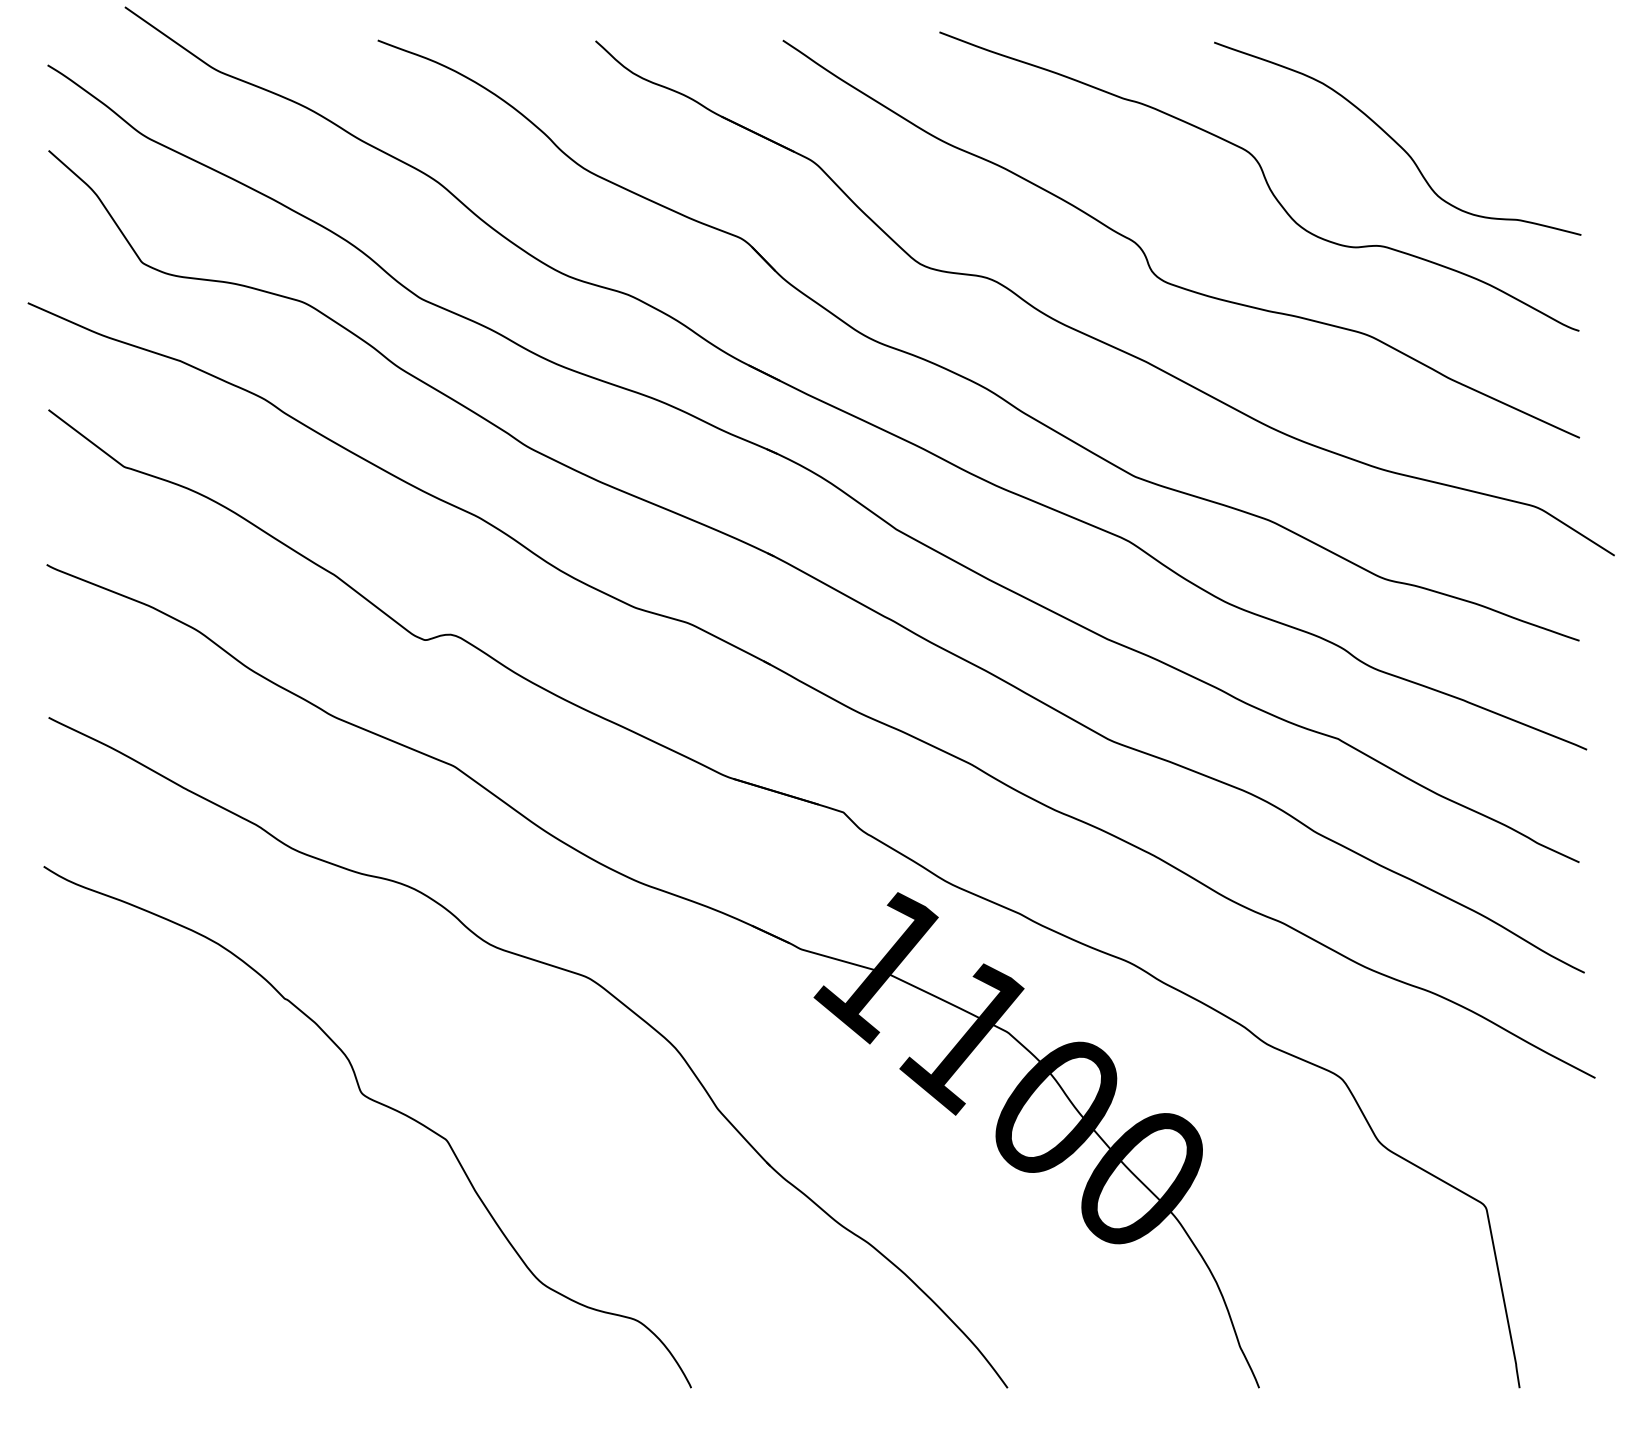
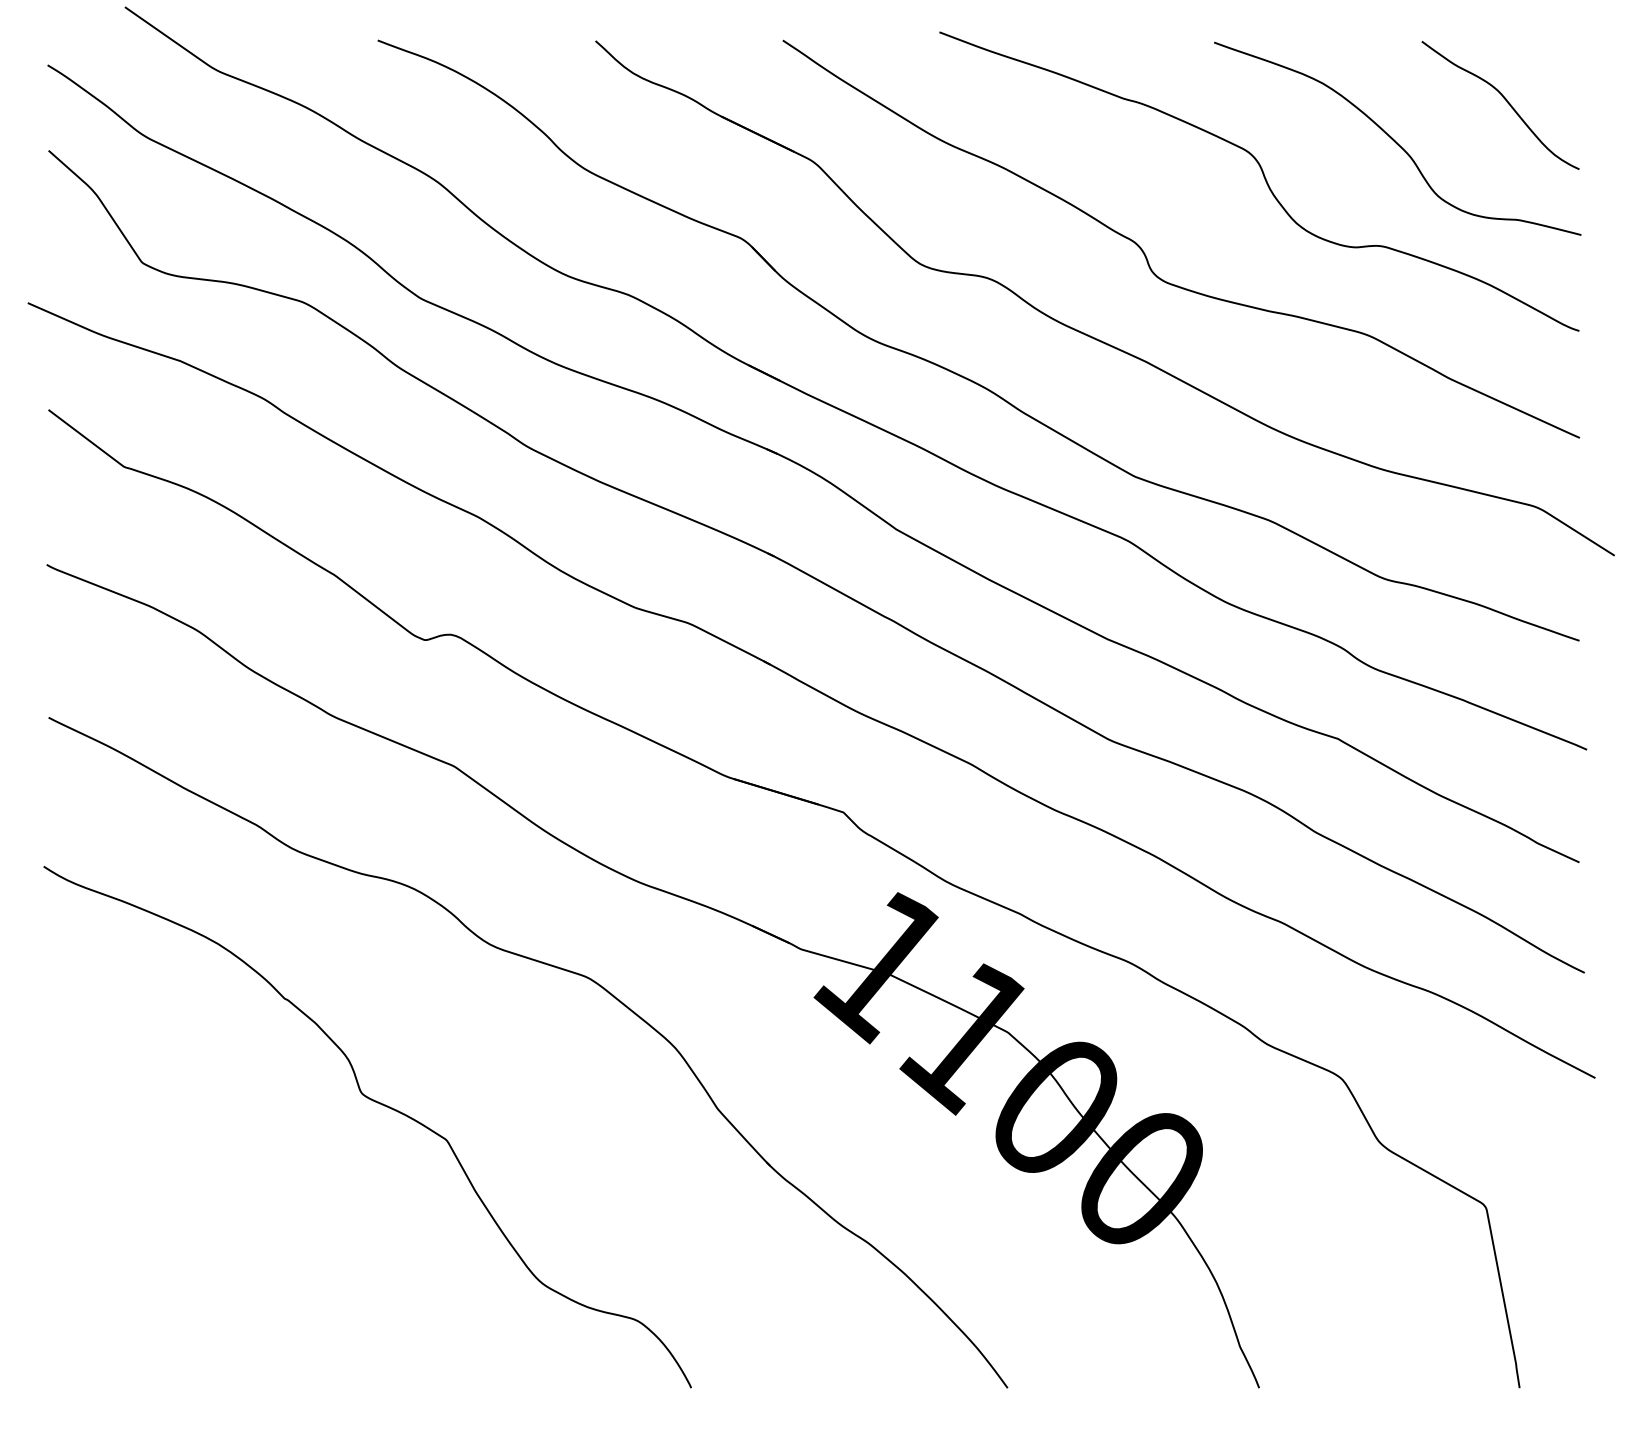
curve at (1505, 100): none -> present
